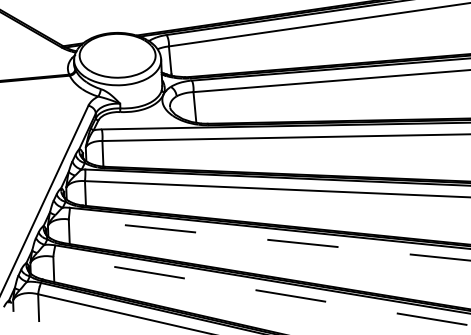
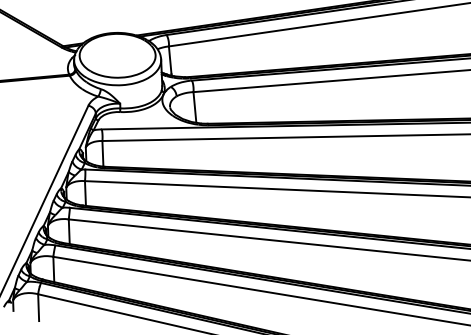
line at (269, 240): dashed -> solid
line at (261, 291): dashed -> solid
